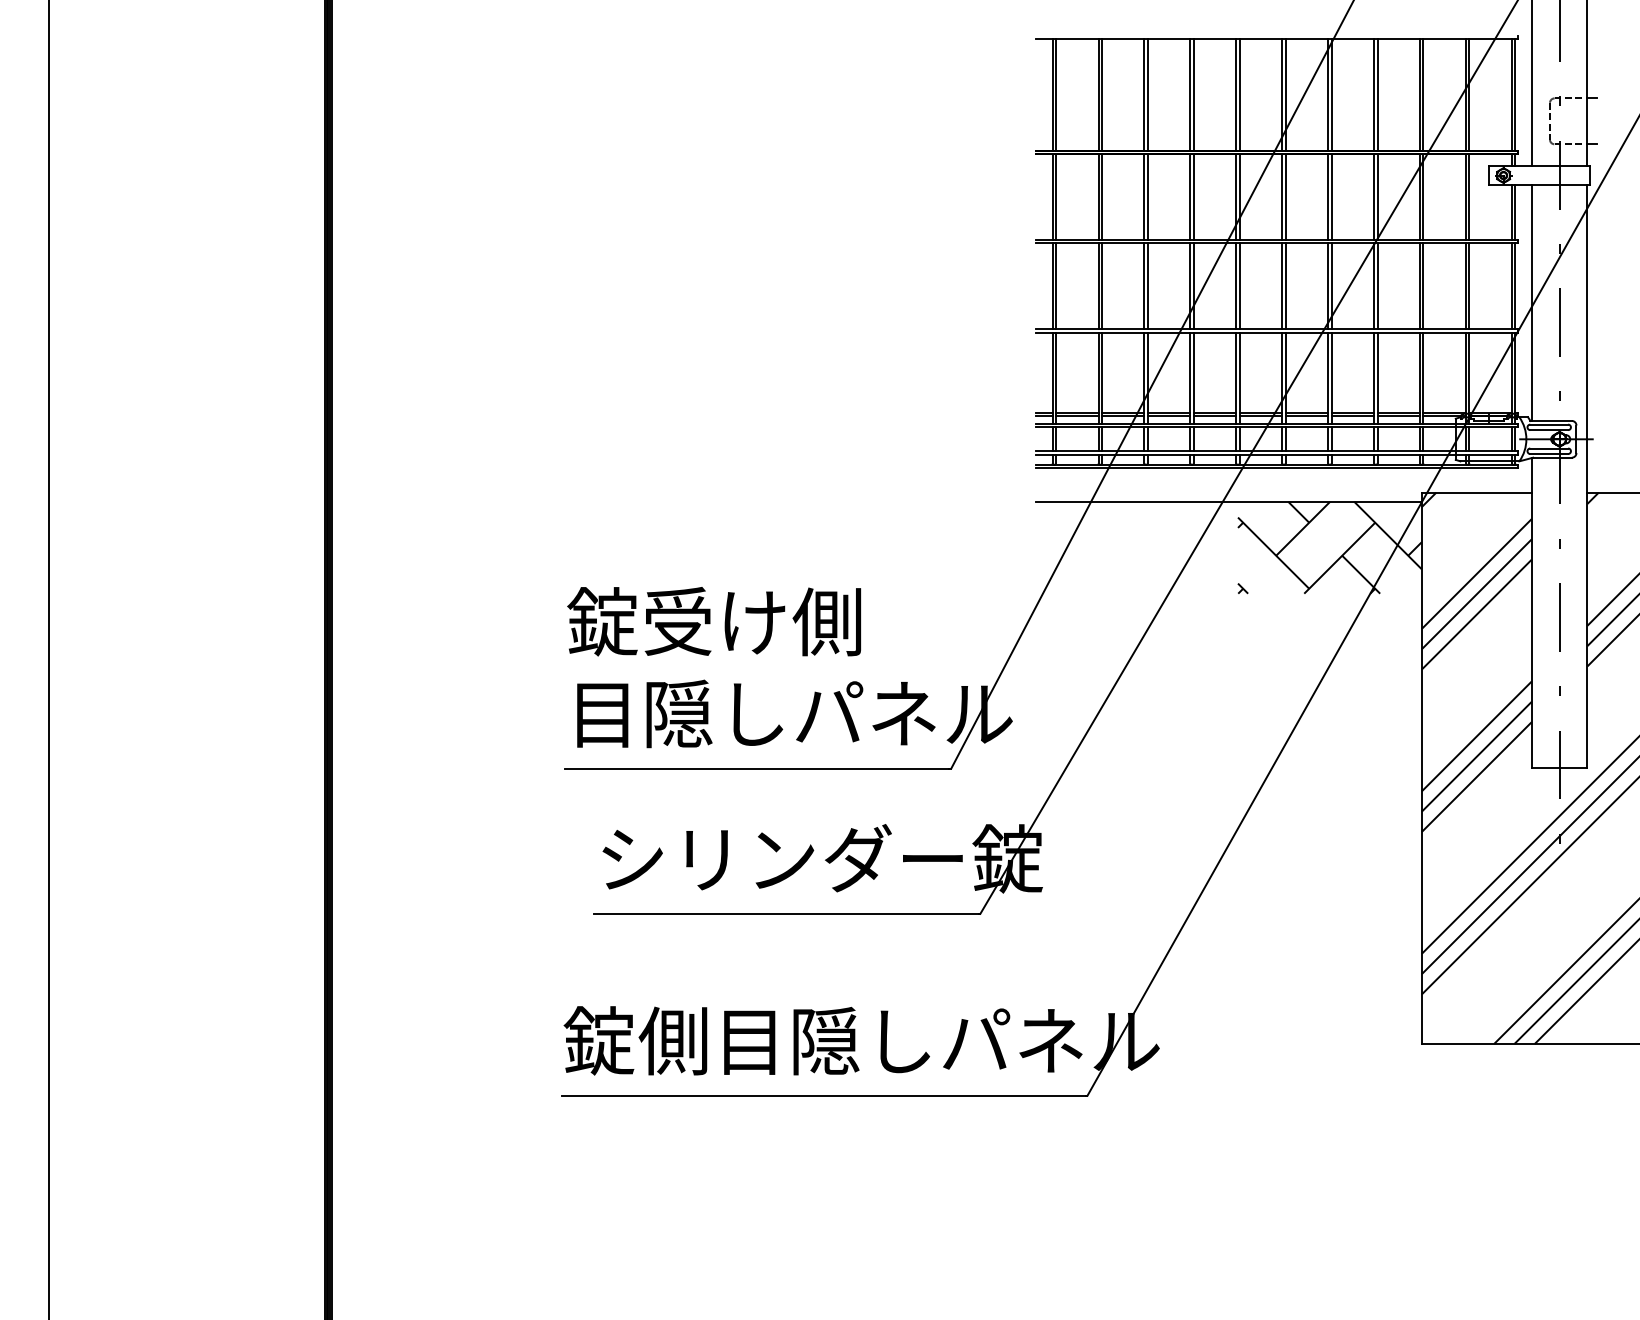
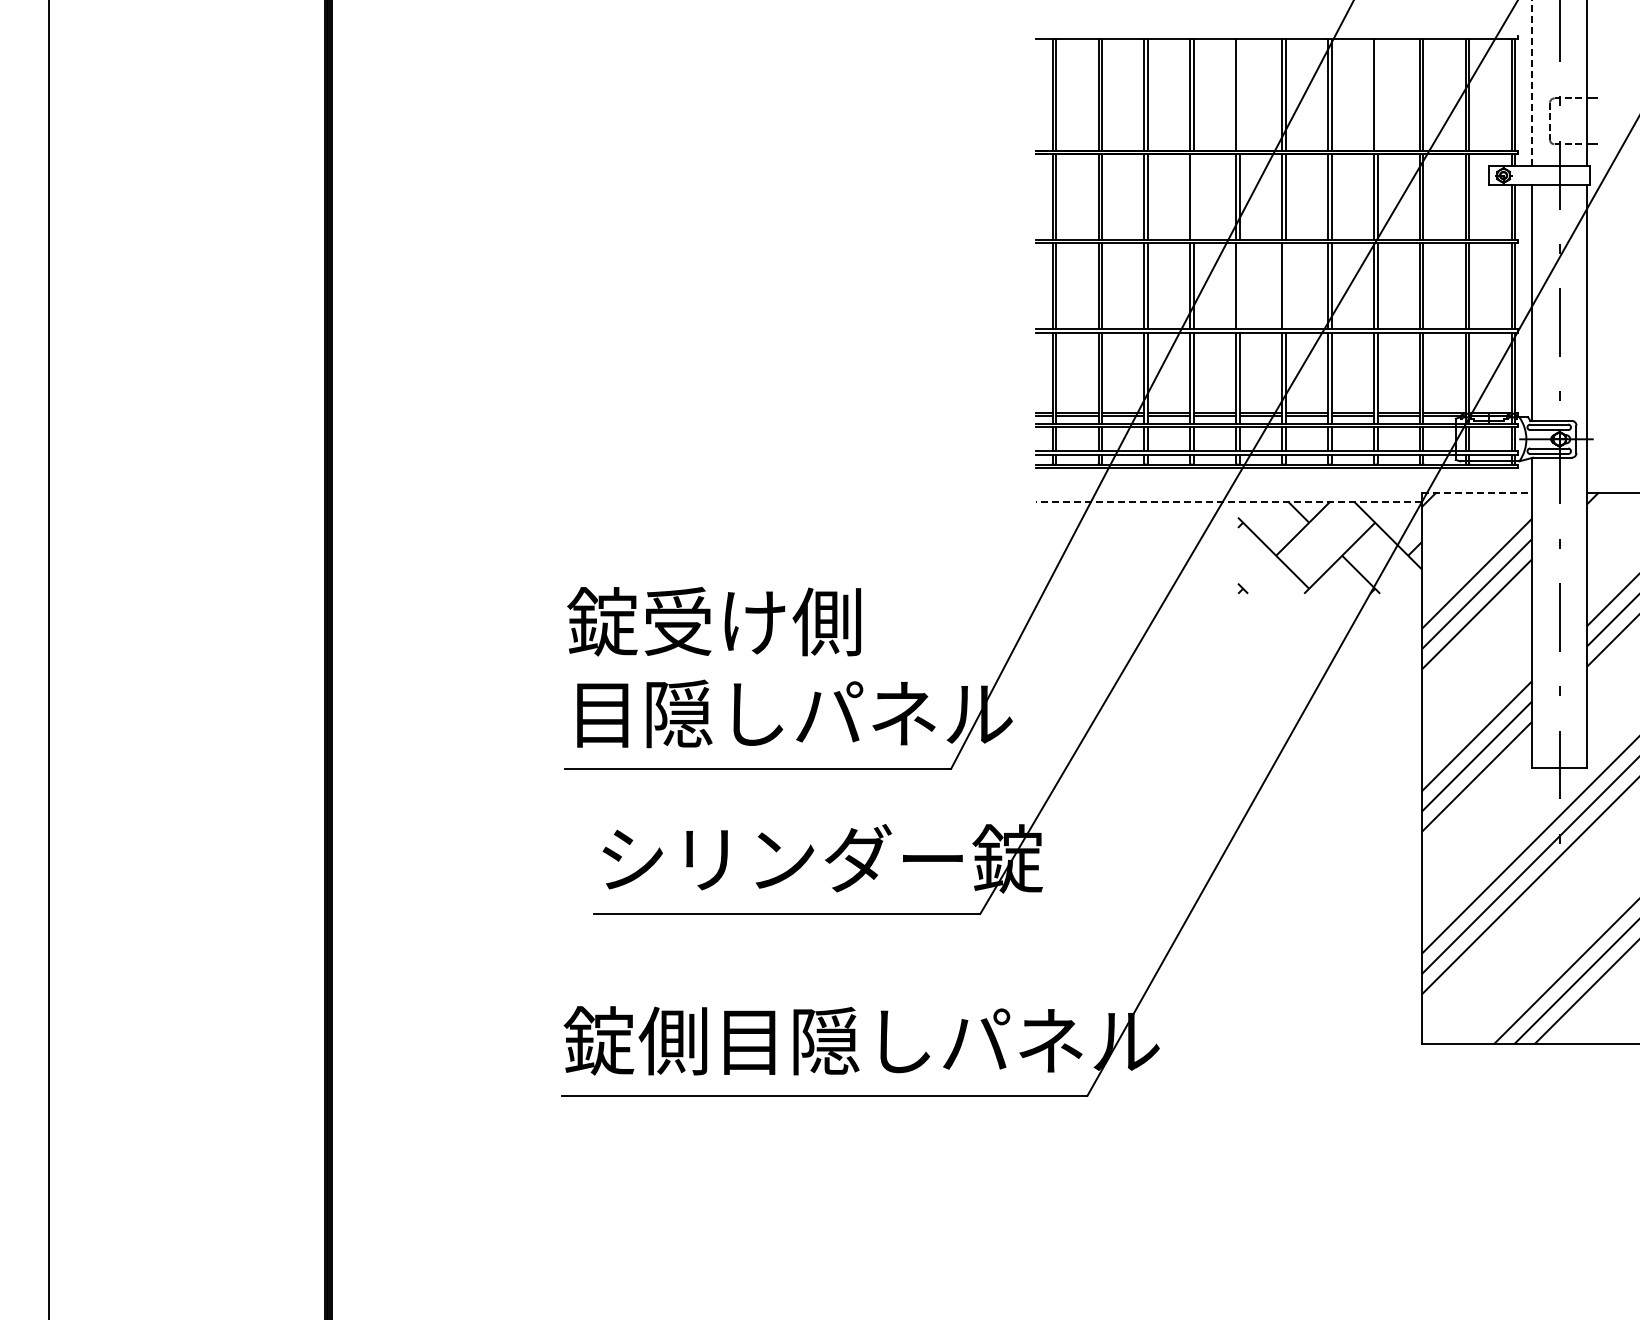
line at (1531, 82): solid -> dashed
line at (1239, 94): present -> none
line at (1377, 94): present -> none
line at (1193, 197): present -> none
line at (1239, 286): present -> none
line at (1285, 286): present -> none
line at (1477, 492): solid -> dashed
line at (1228, 501): solid -> dashed
